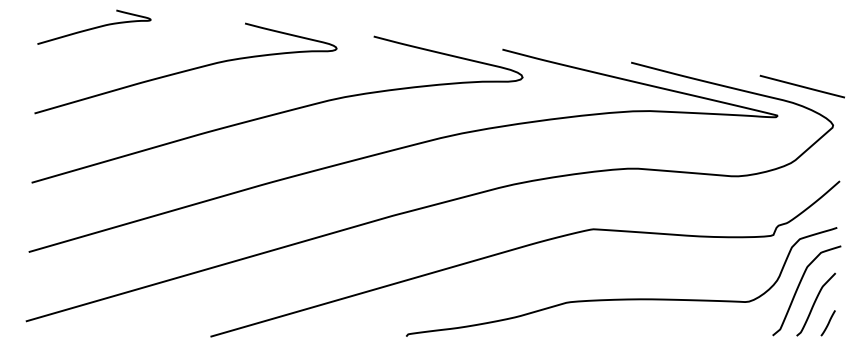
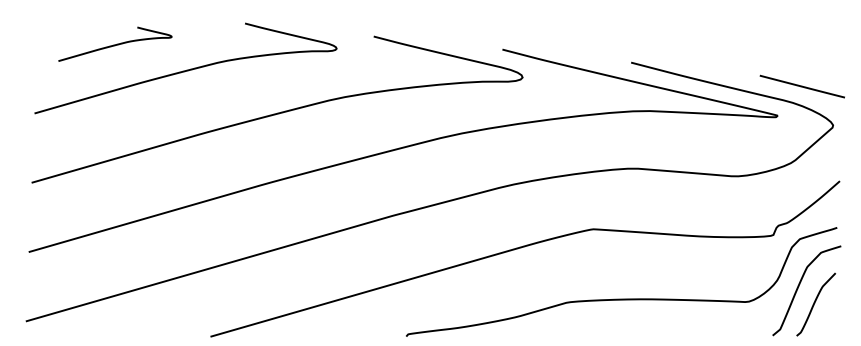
curve at (94, 27) position: (94, 27) -> (115, 44)
line at (827, 323): present -> none
